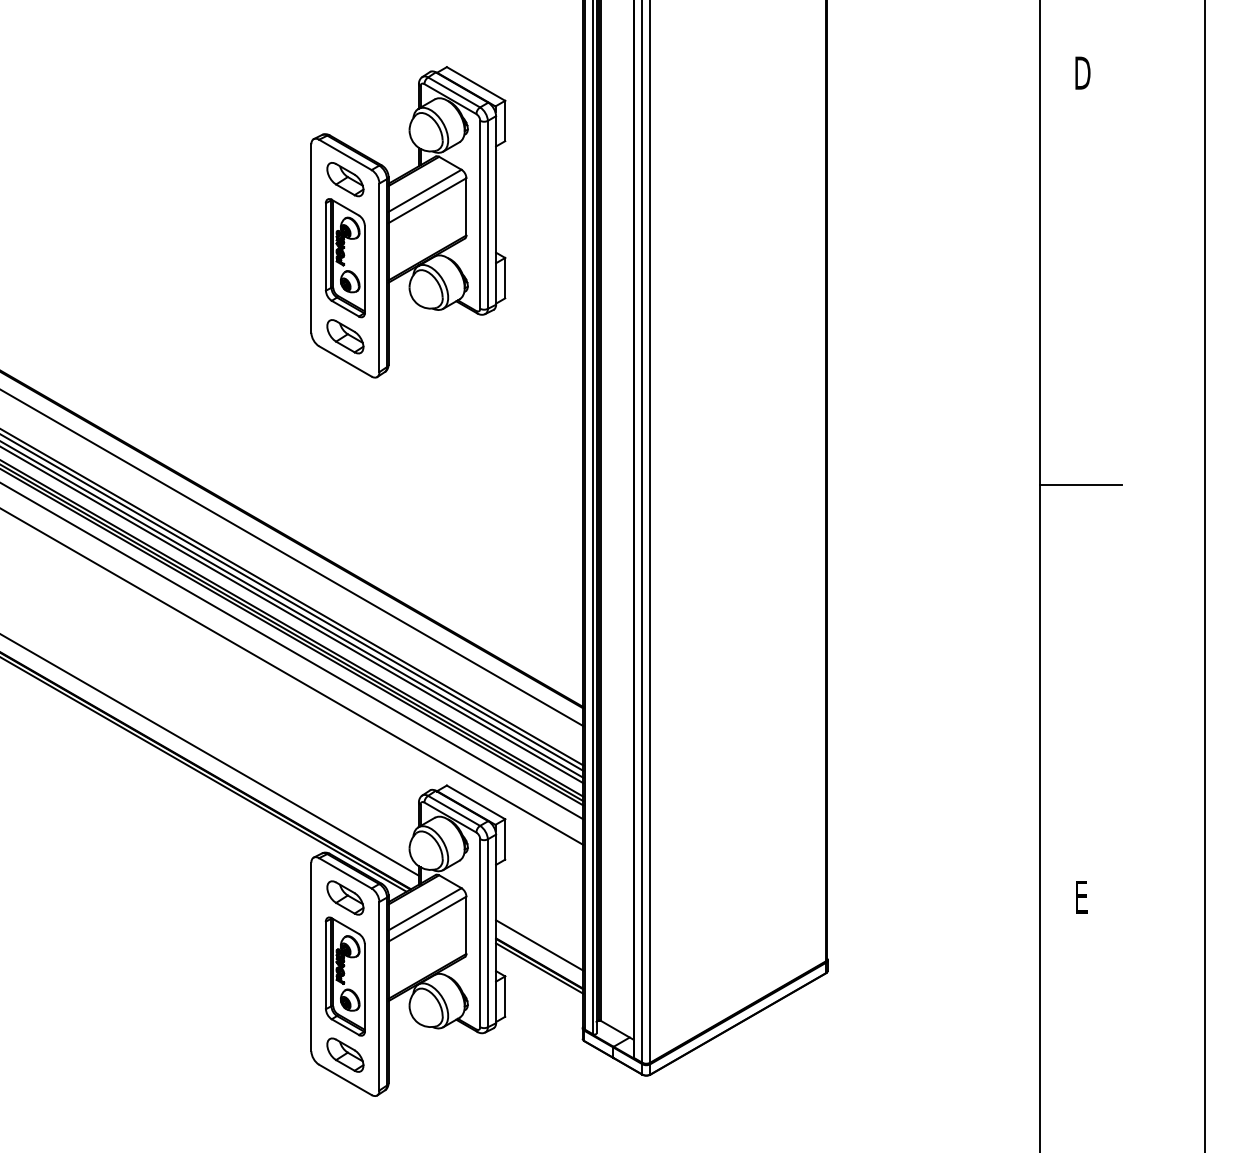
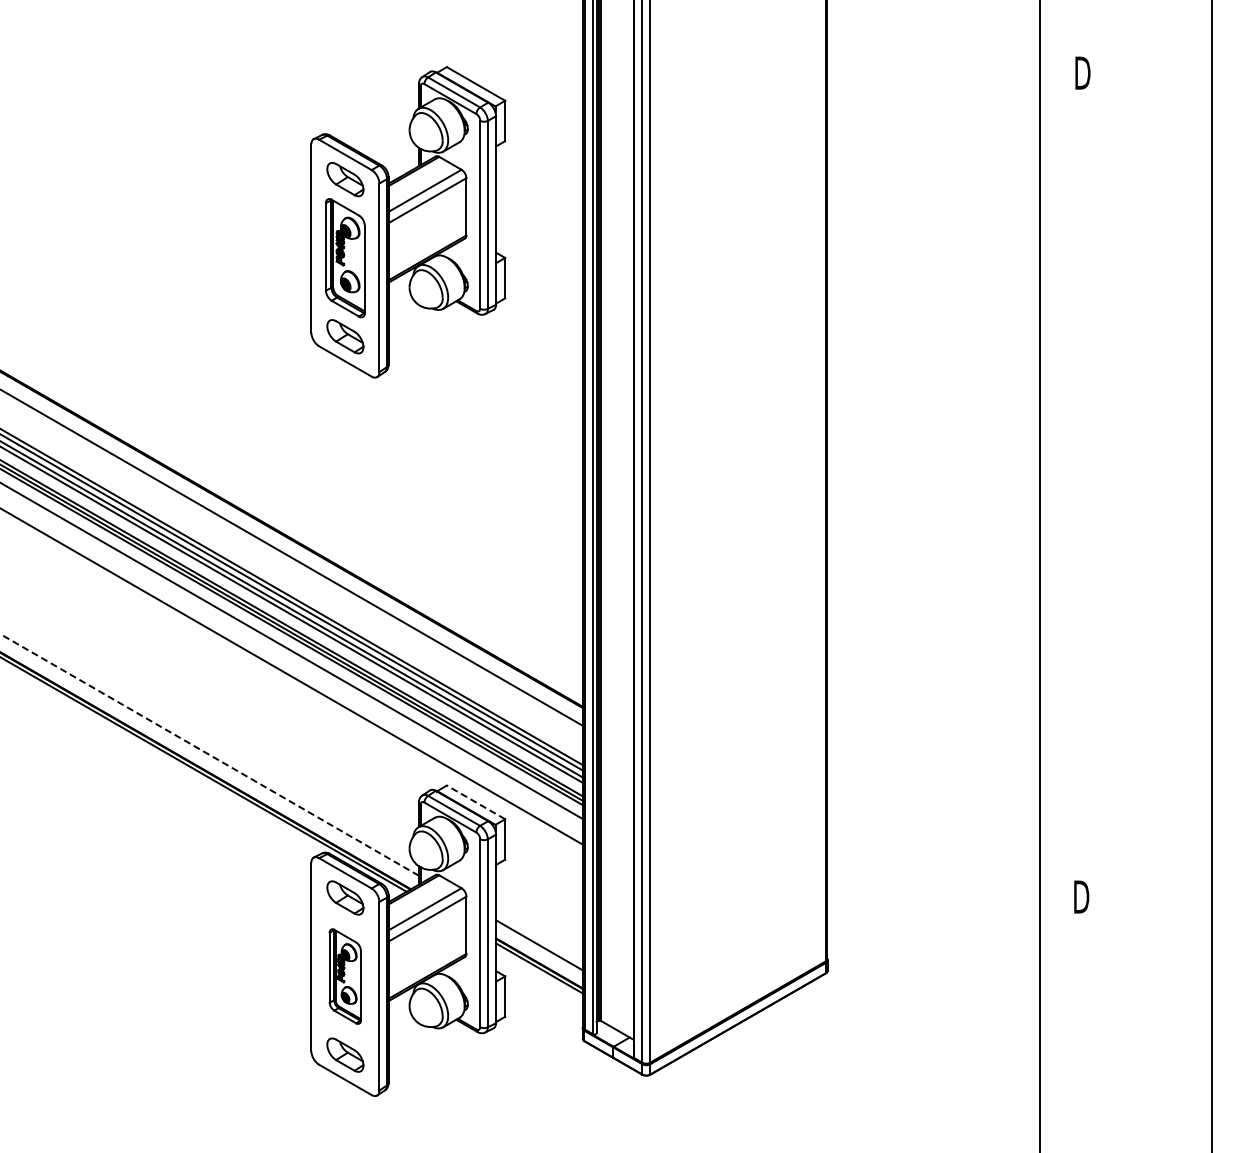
line at (1080, 484): present -> none
line at (1204, 575) position: (1204, 575) -> (1211, 575)
line at (209, 754): solid -> dashed
line at (476, 802): solid -> dashed
text at (1081, 896): E -> D
part at (344, 976) size: 42x121 px -> 34x97 px
